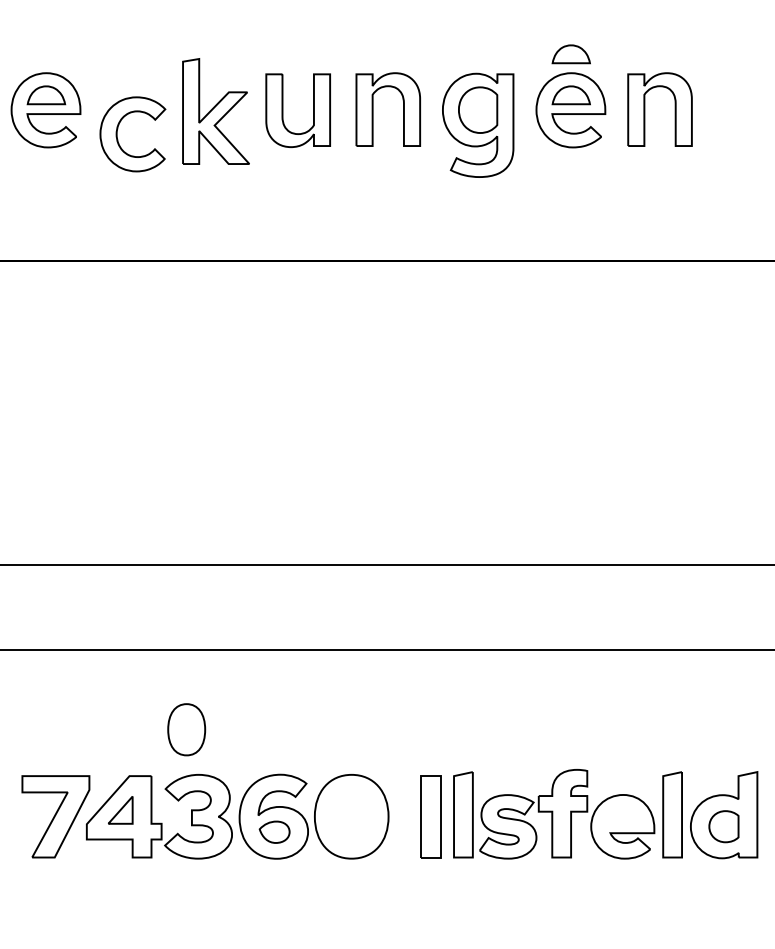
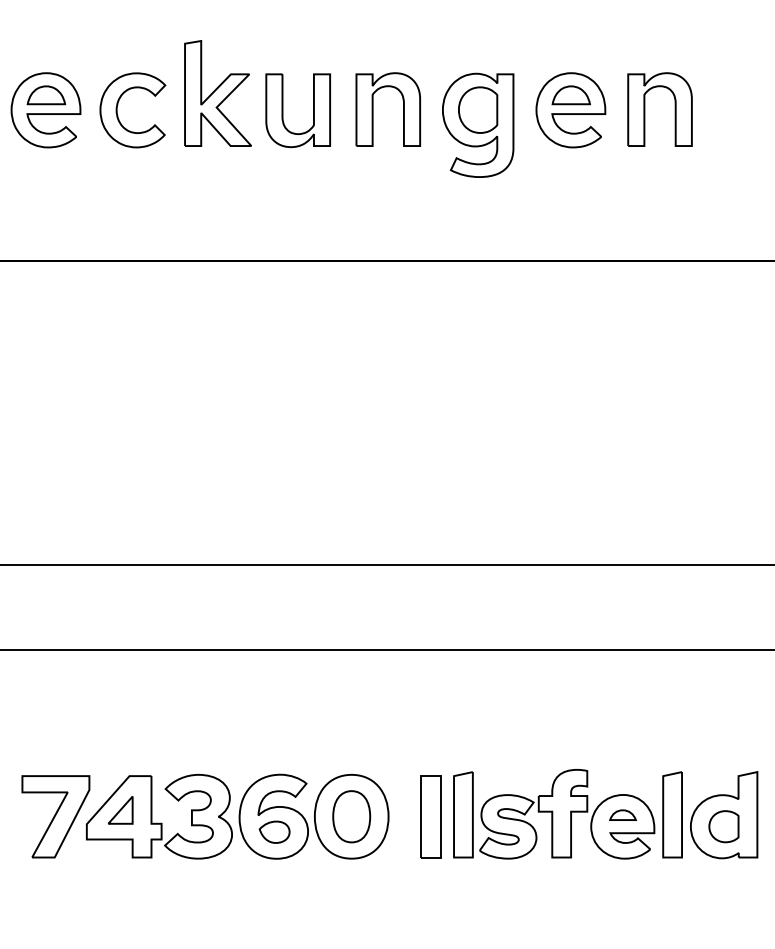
part at (570, 54): present -> none
part at (215, 111) position: (215, 111) -> (217, 93)
part at (118, 139) position: (118, 139) -> (118, 115)
part at (186, 729) position: (186, 729) -> (351, 816)
part at (622, 814): none -> present
